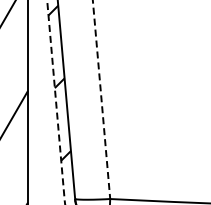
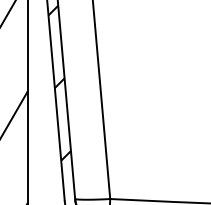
line at (101, 99): dashed -> solid
line at (56, 101): dashed -> solid
